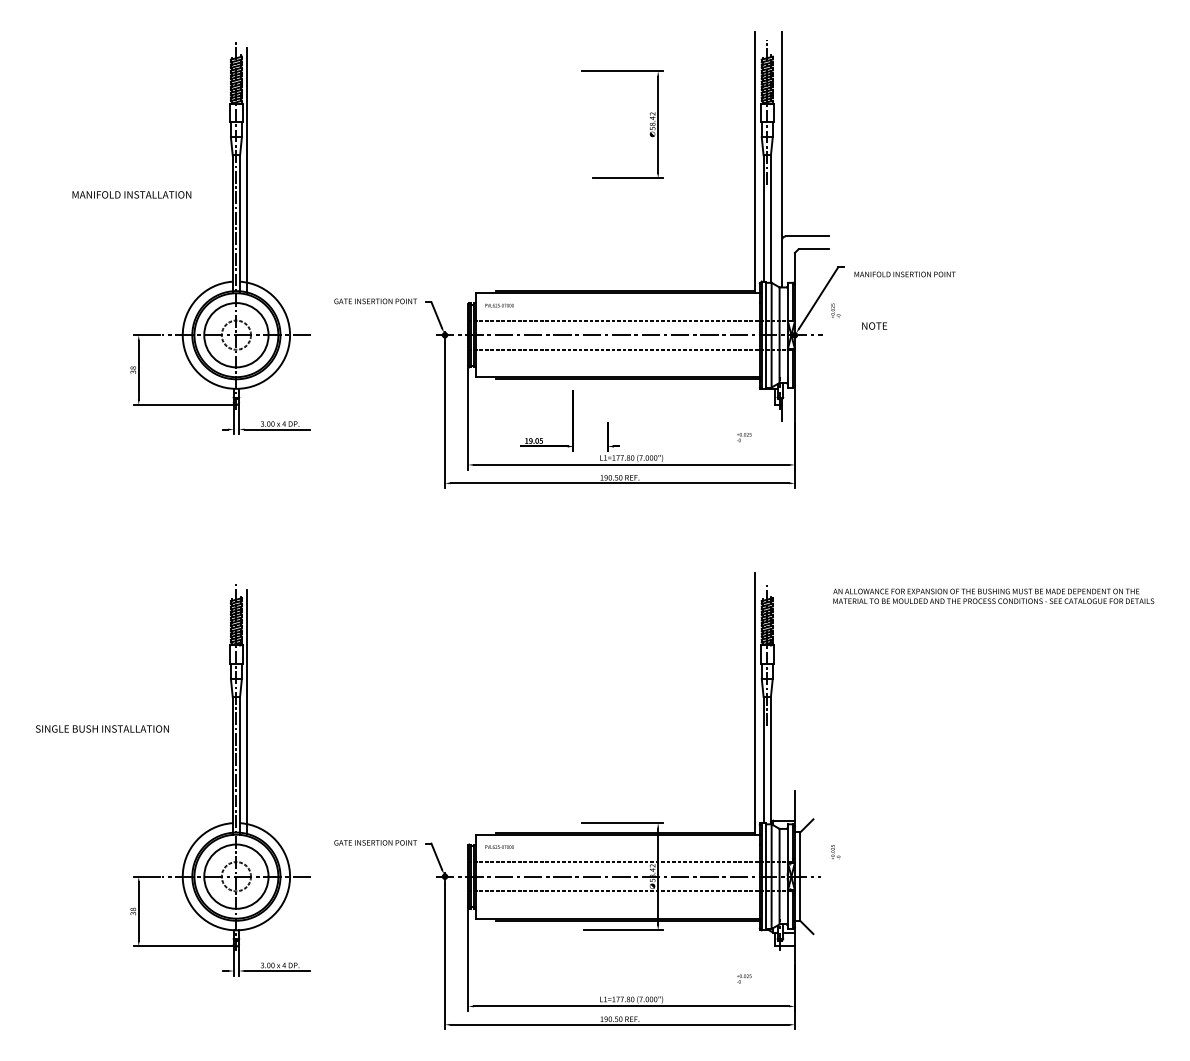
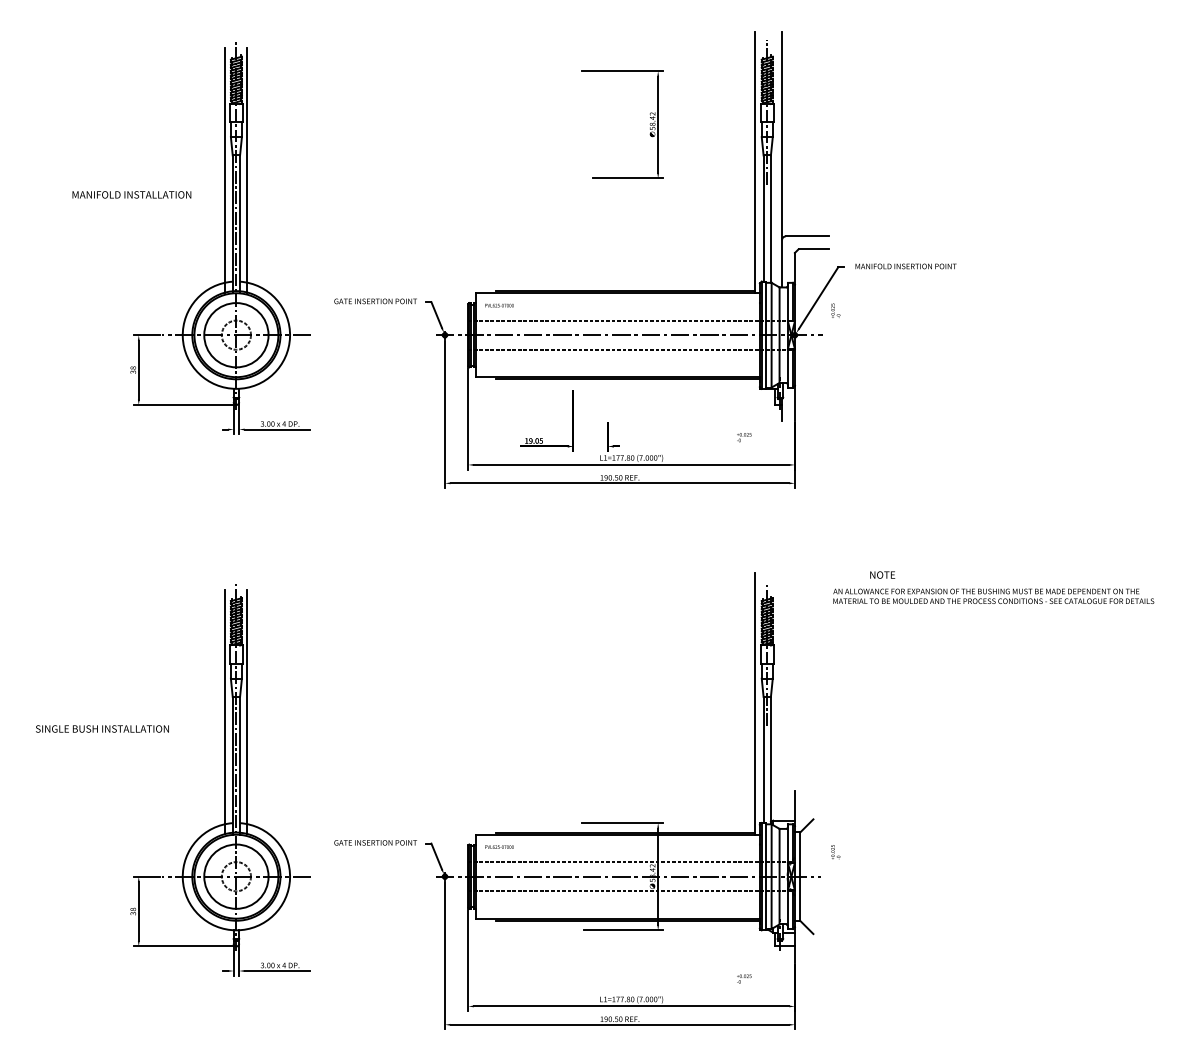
line at (225, 170): none -> present
text at (904, 274) position: (904, 274) -> (905, 266)
text at (874, 325) position: (874, 325) -> (882, 574)
line at (225, 711): none -> present
